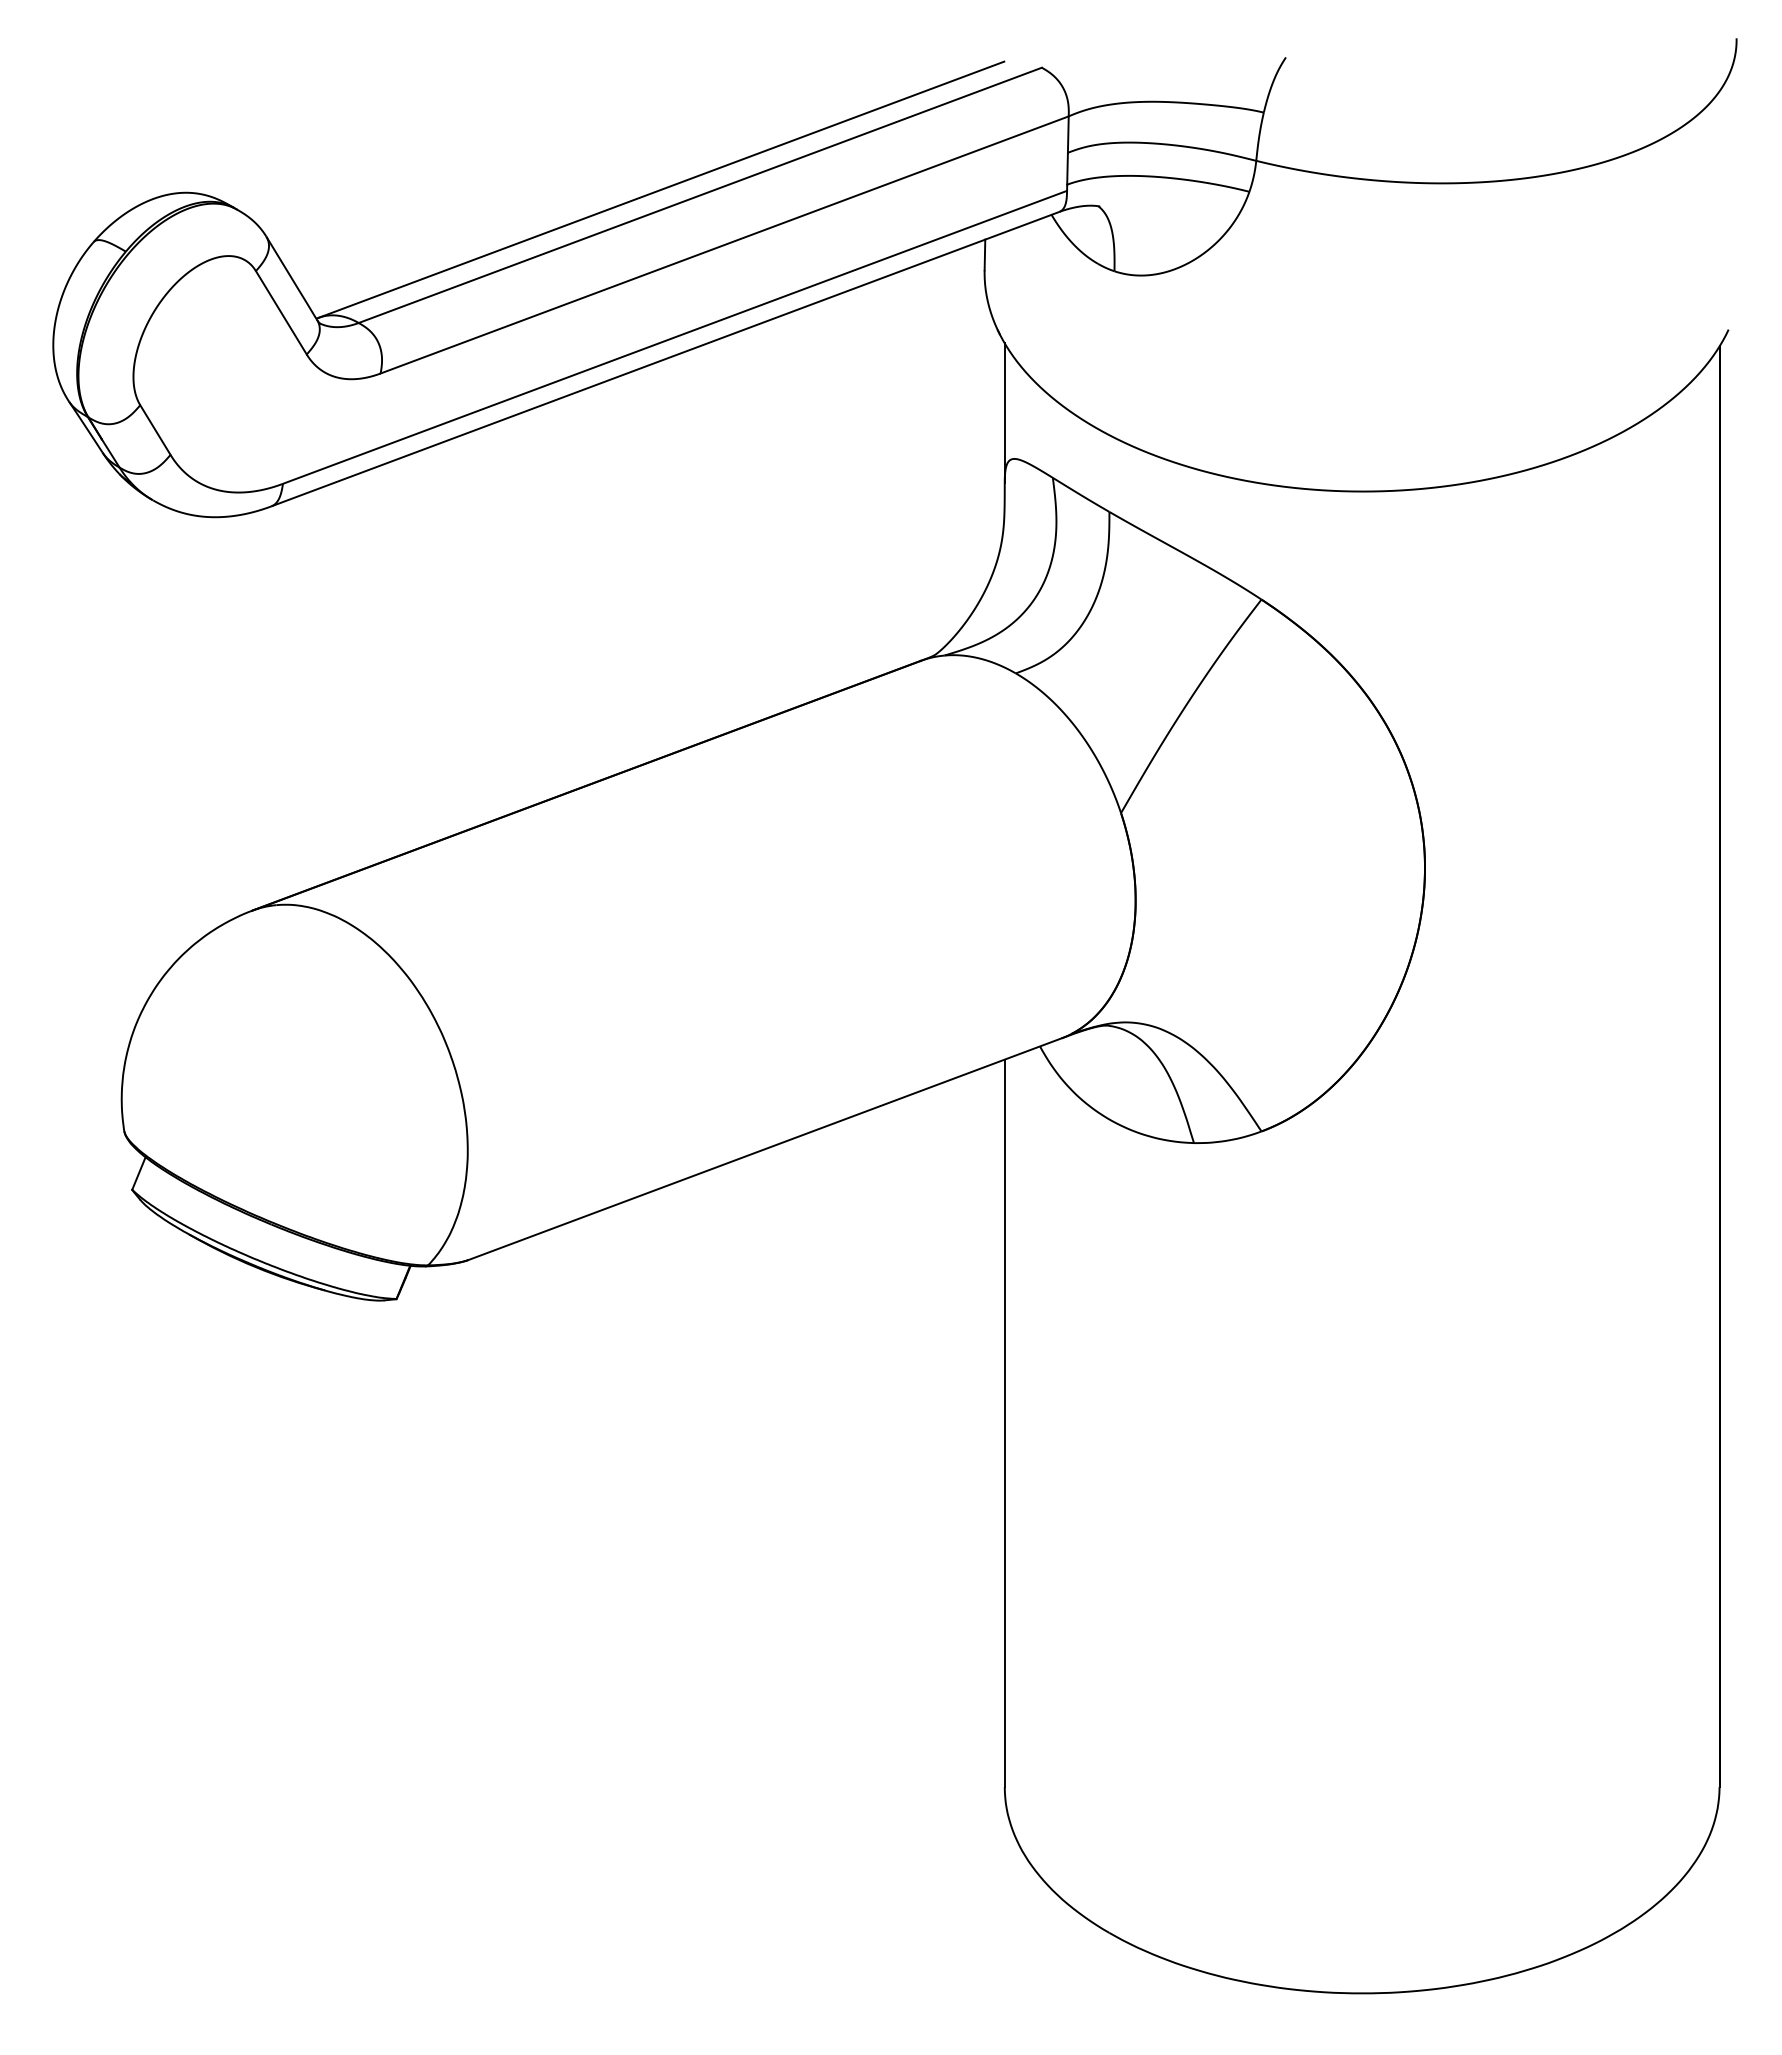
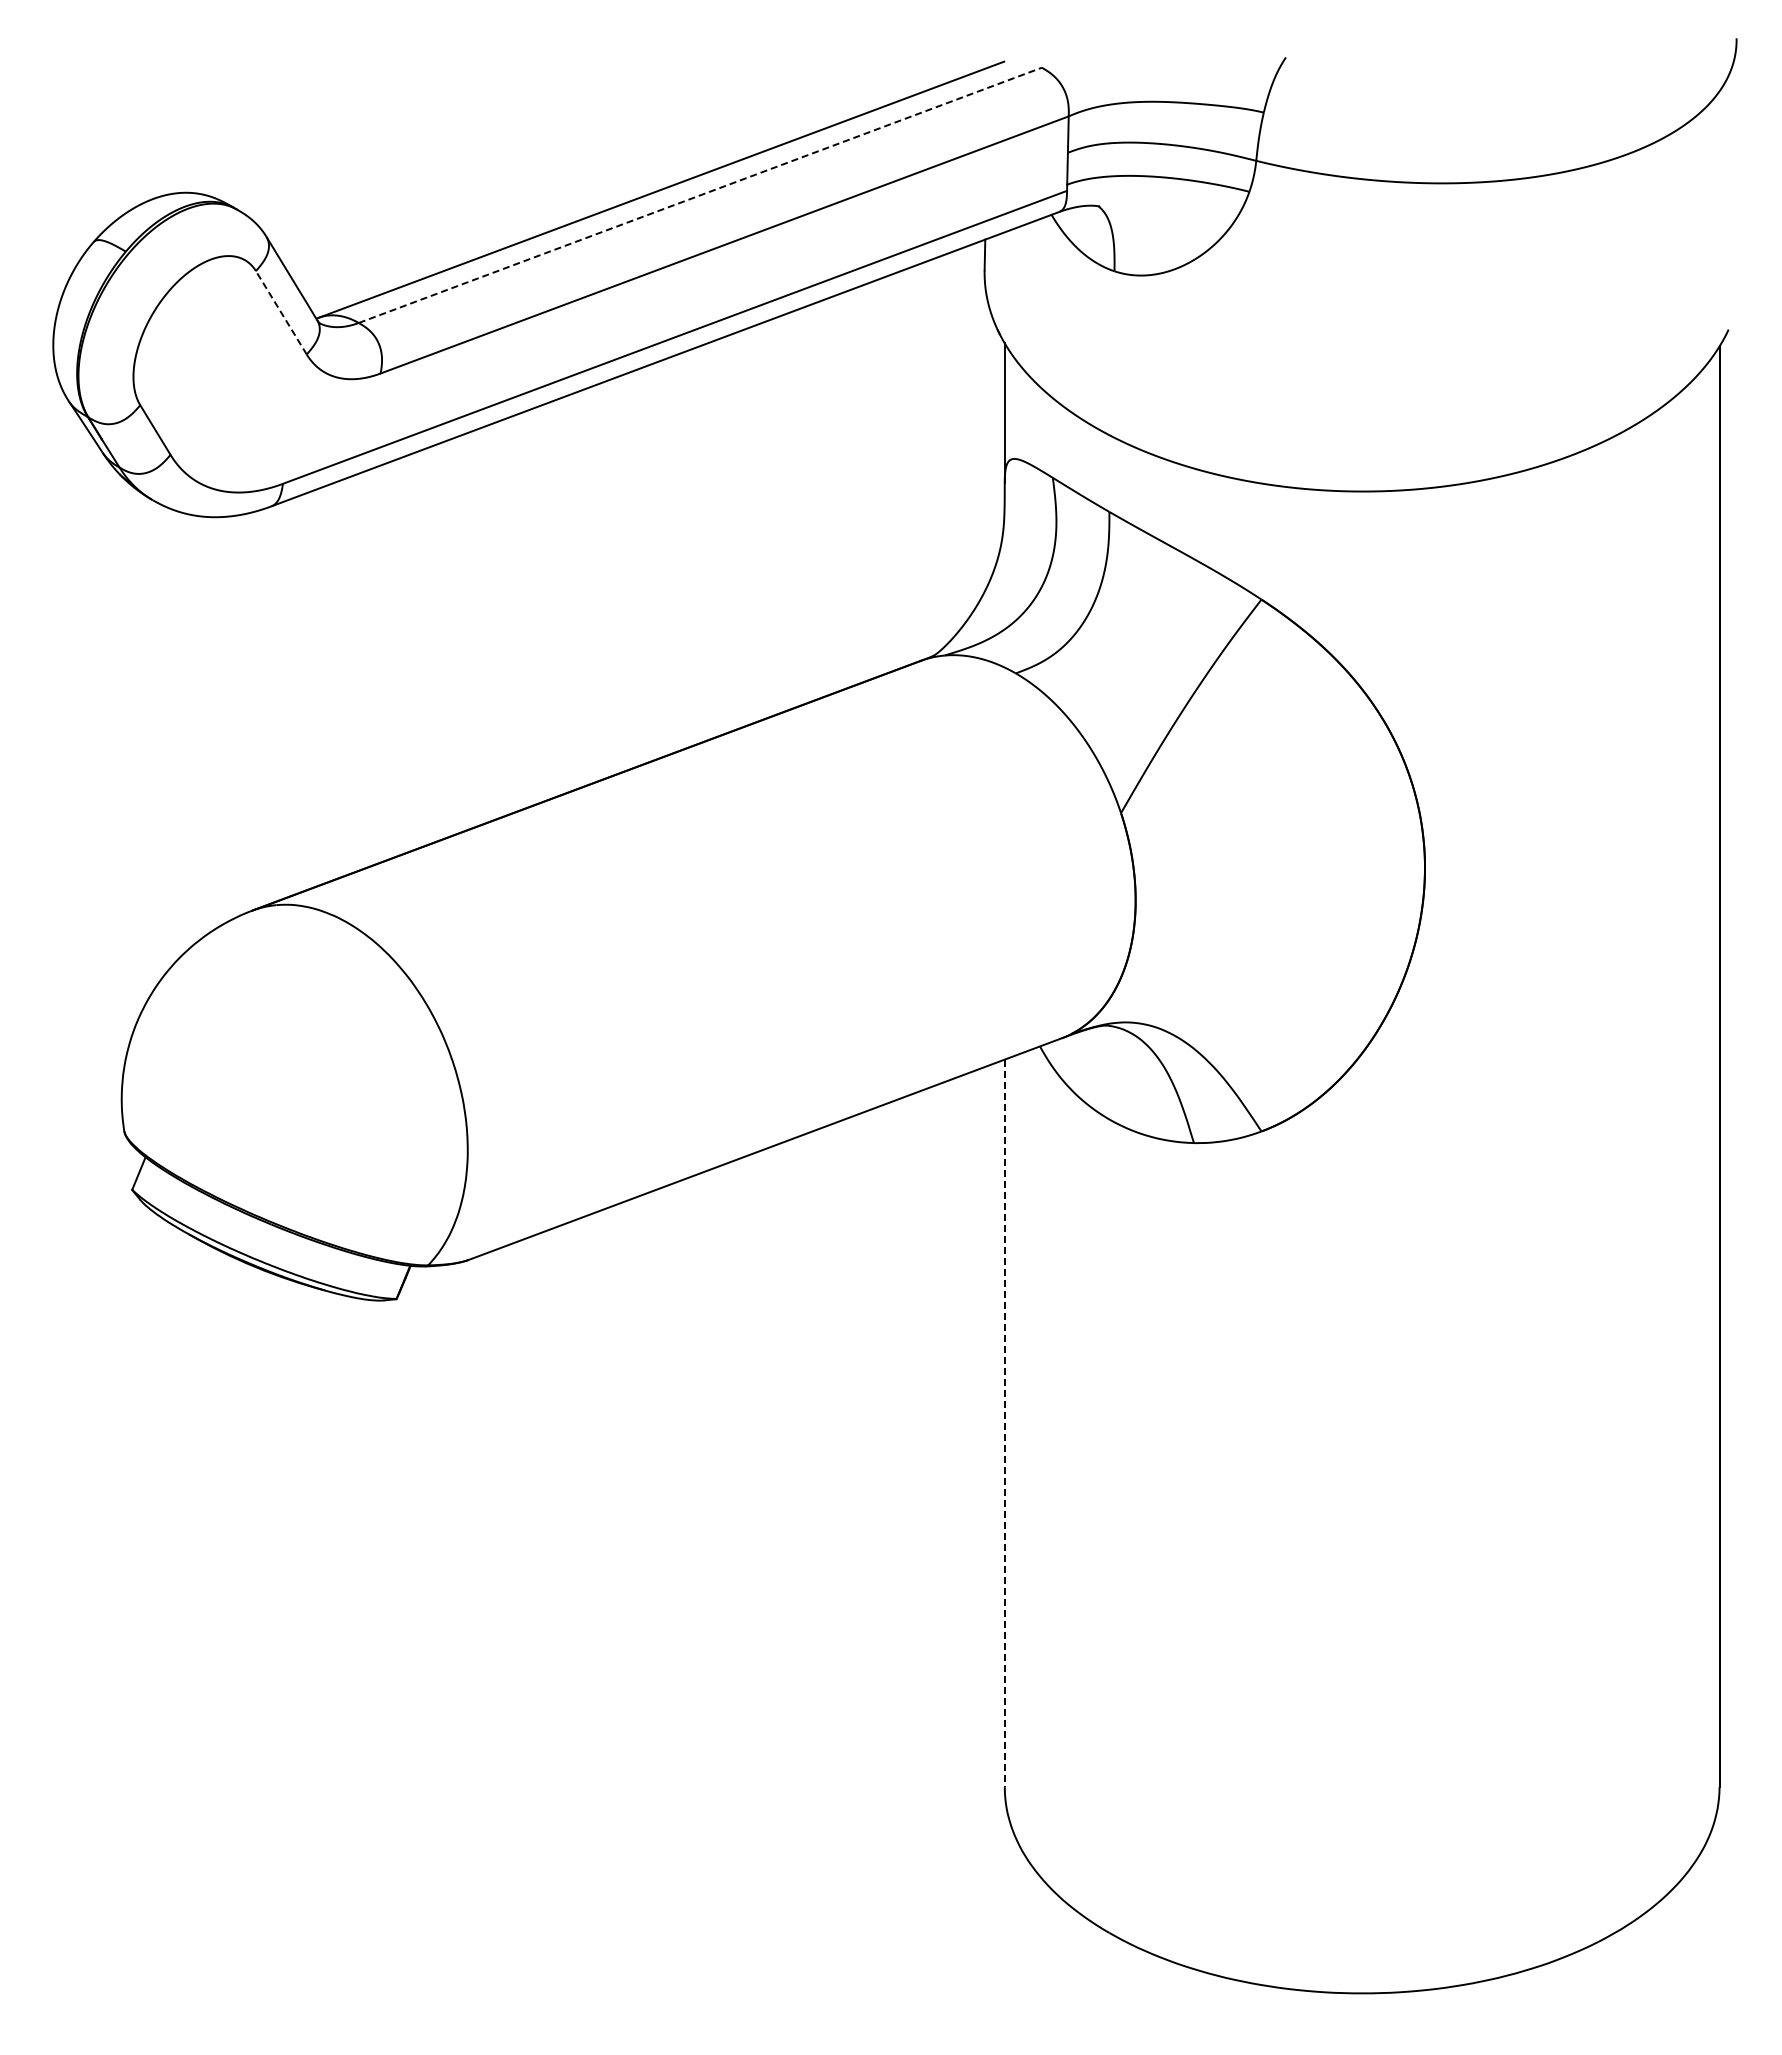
line at (700, 195): solid -> dashed
line at (281, 312): solid -> dashed
line at (1004, 1423): solid -> dashed
